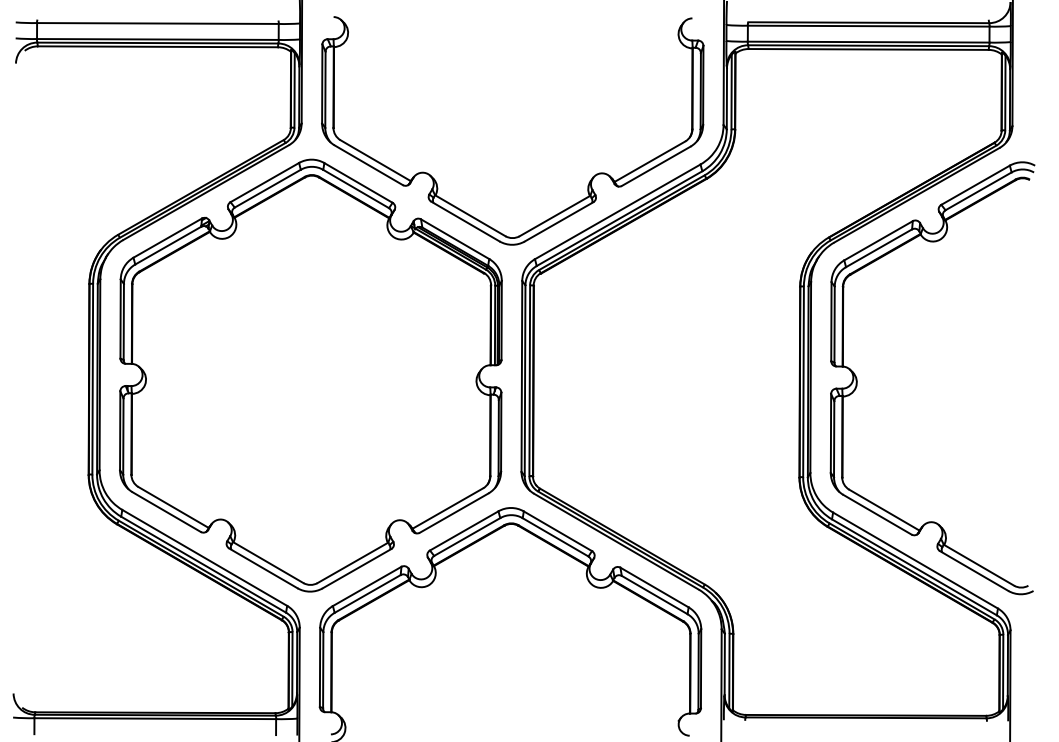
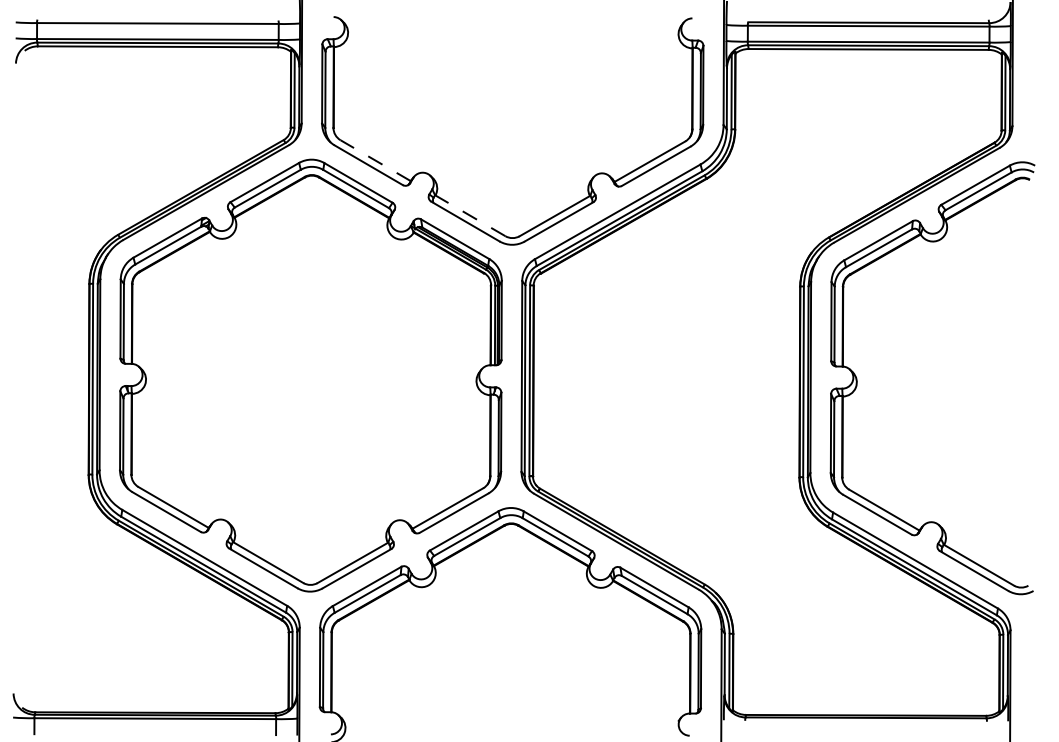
line at (375, 160): solid -> dashed
line at (470, 215): solid -> dashed
